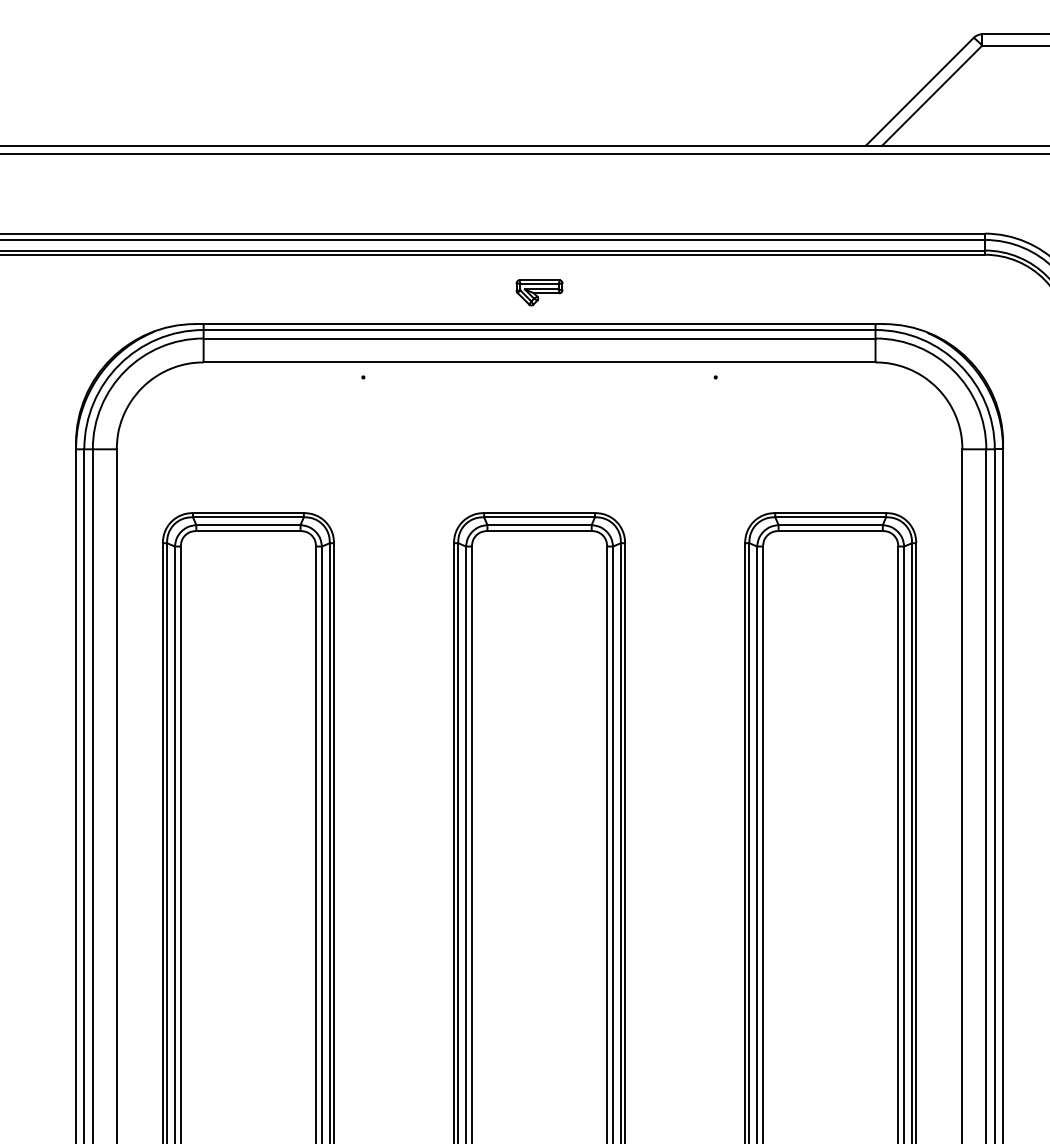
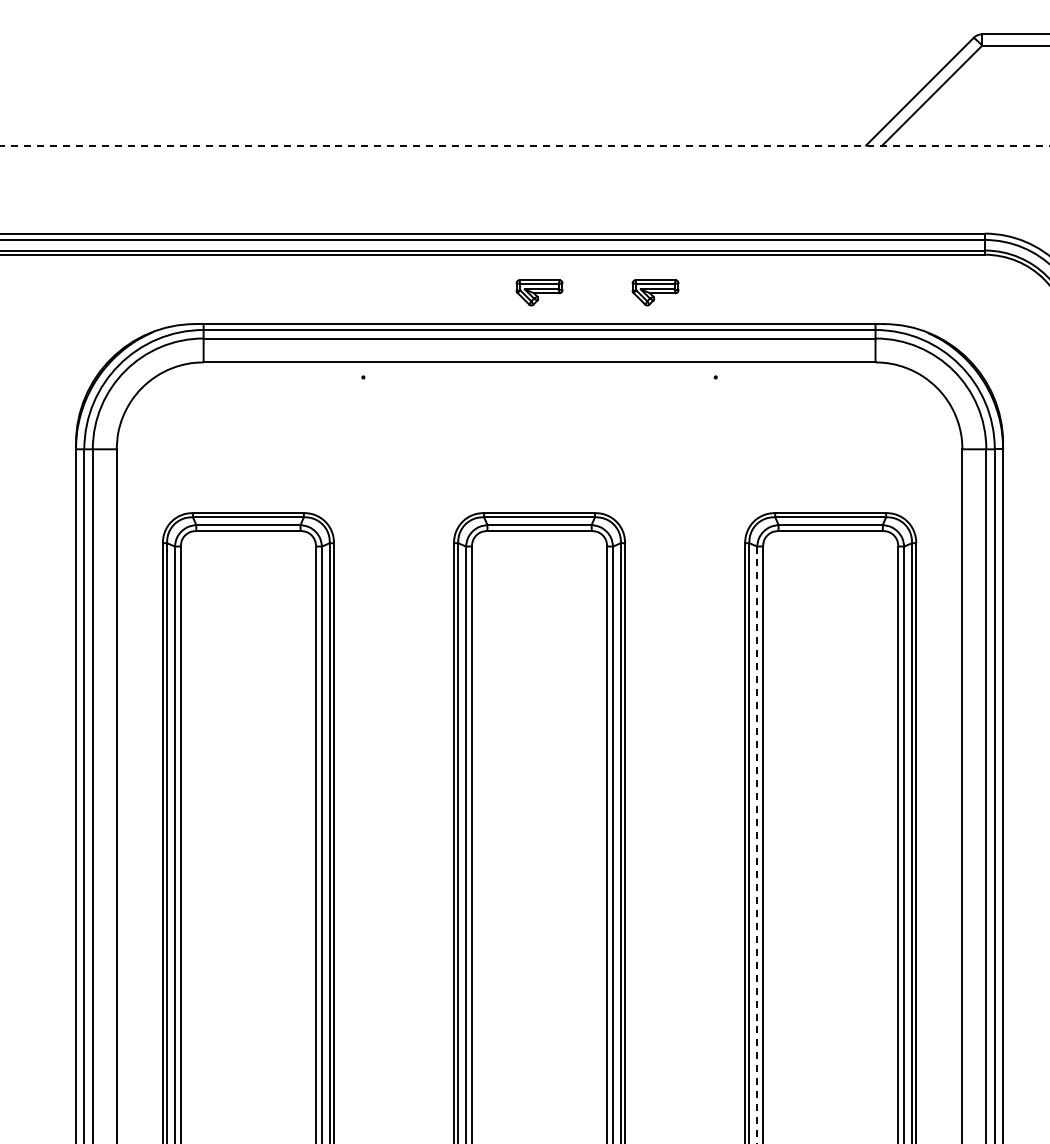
line at (524, 145): solid -> dashed
line at (524, 154): present -> none
part at (655, 292): none -> present
line at (757, 845): solid -> dashed
